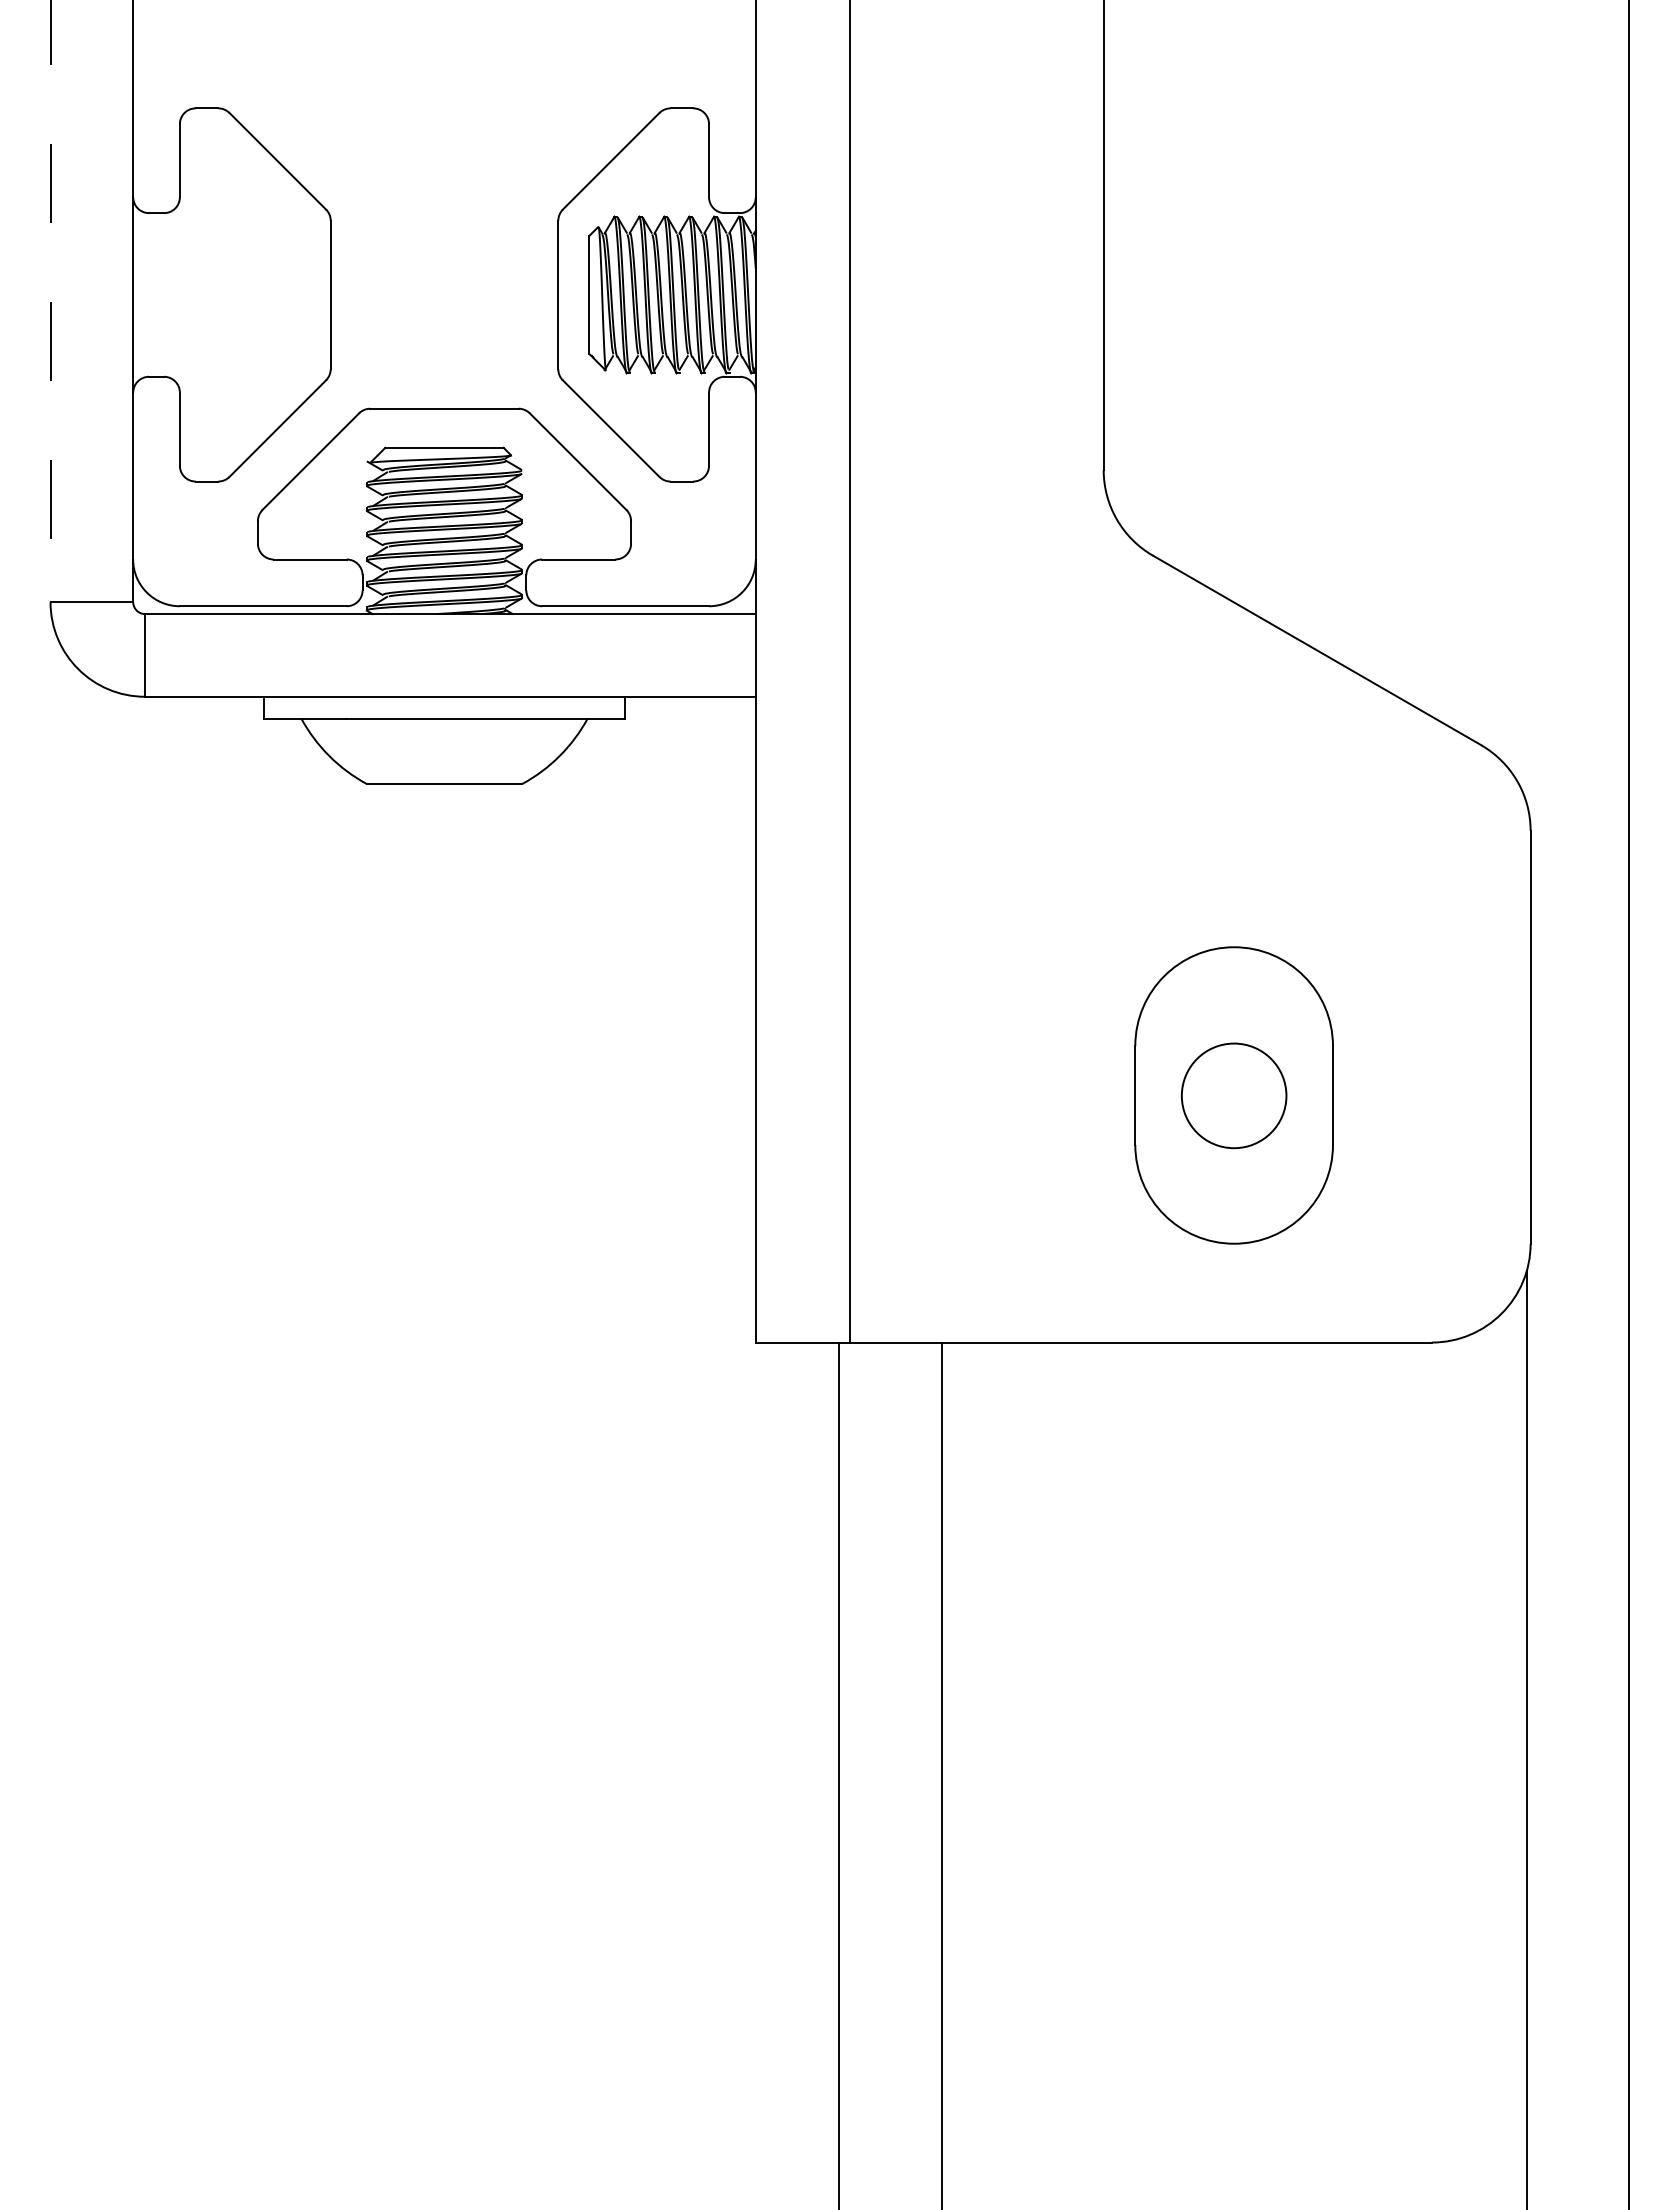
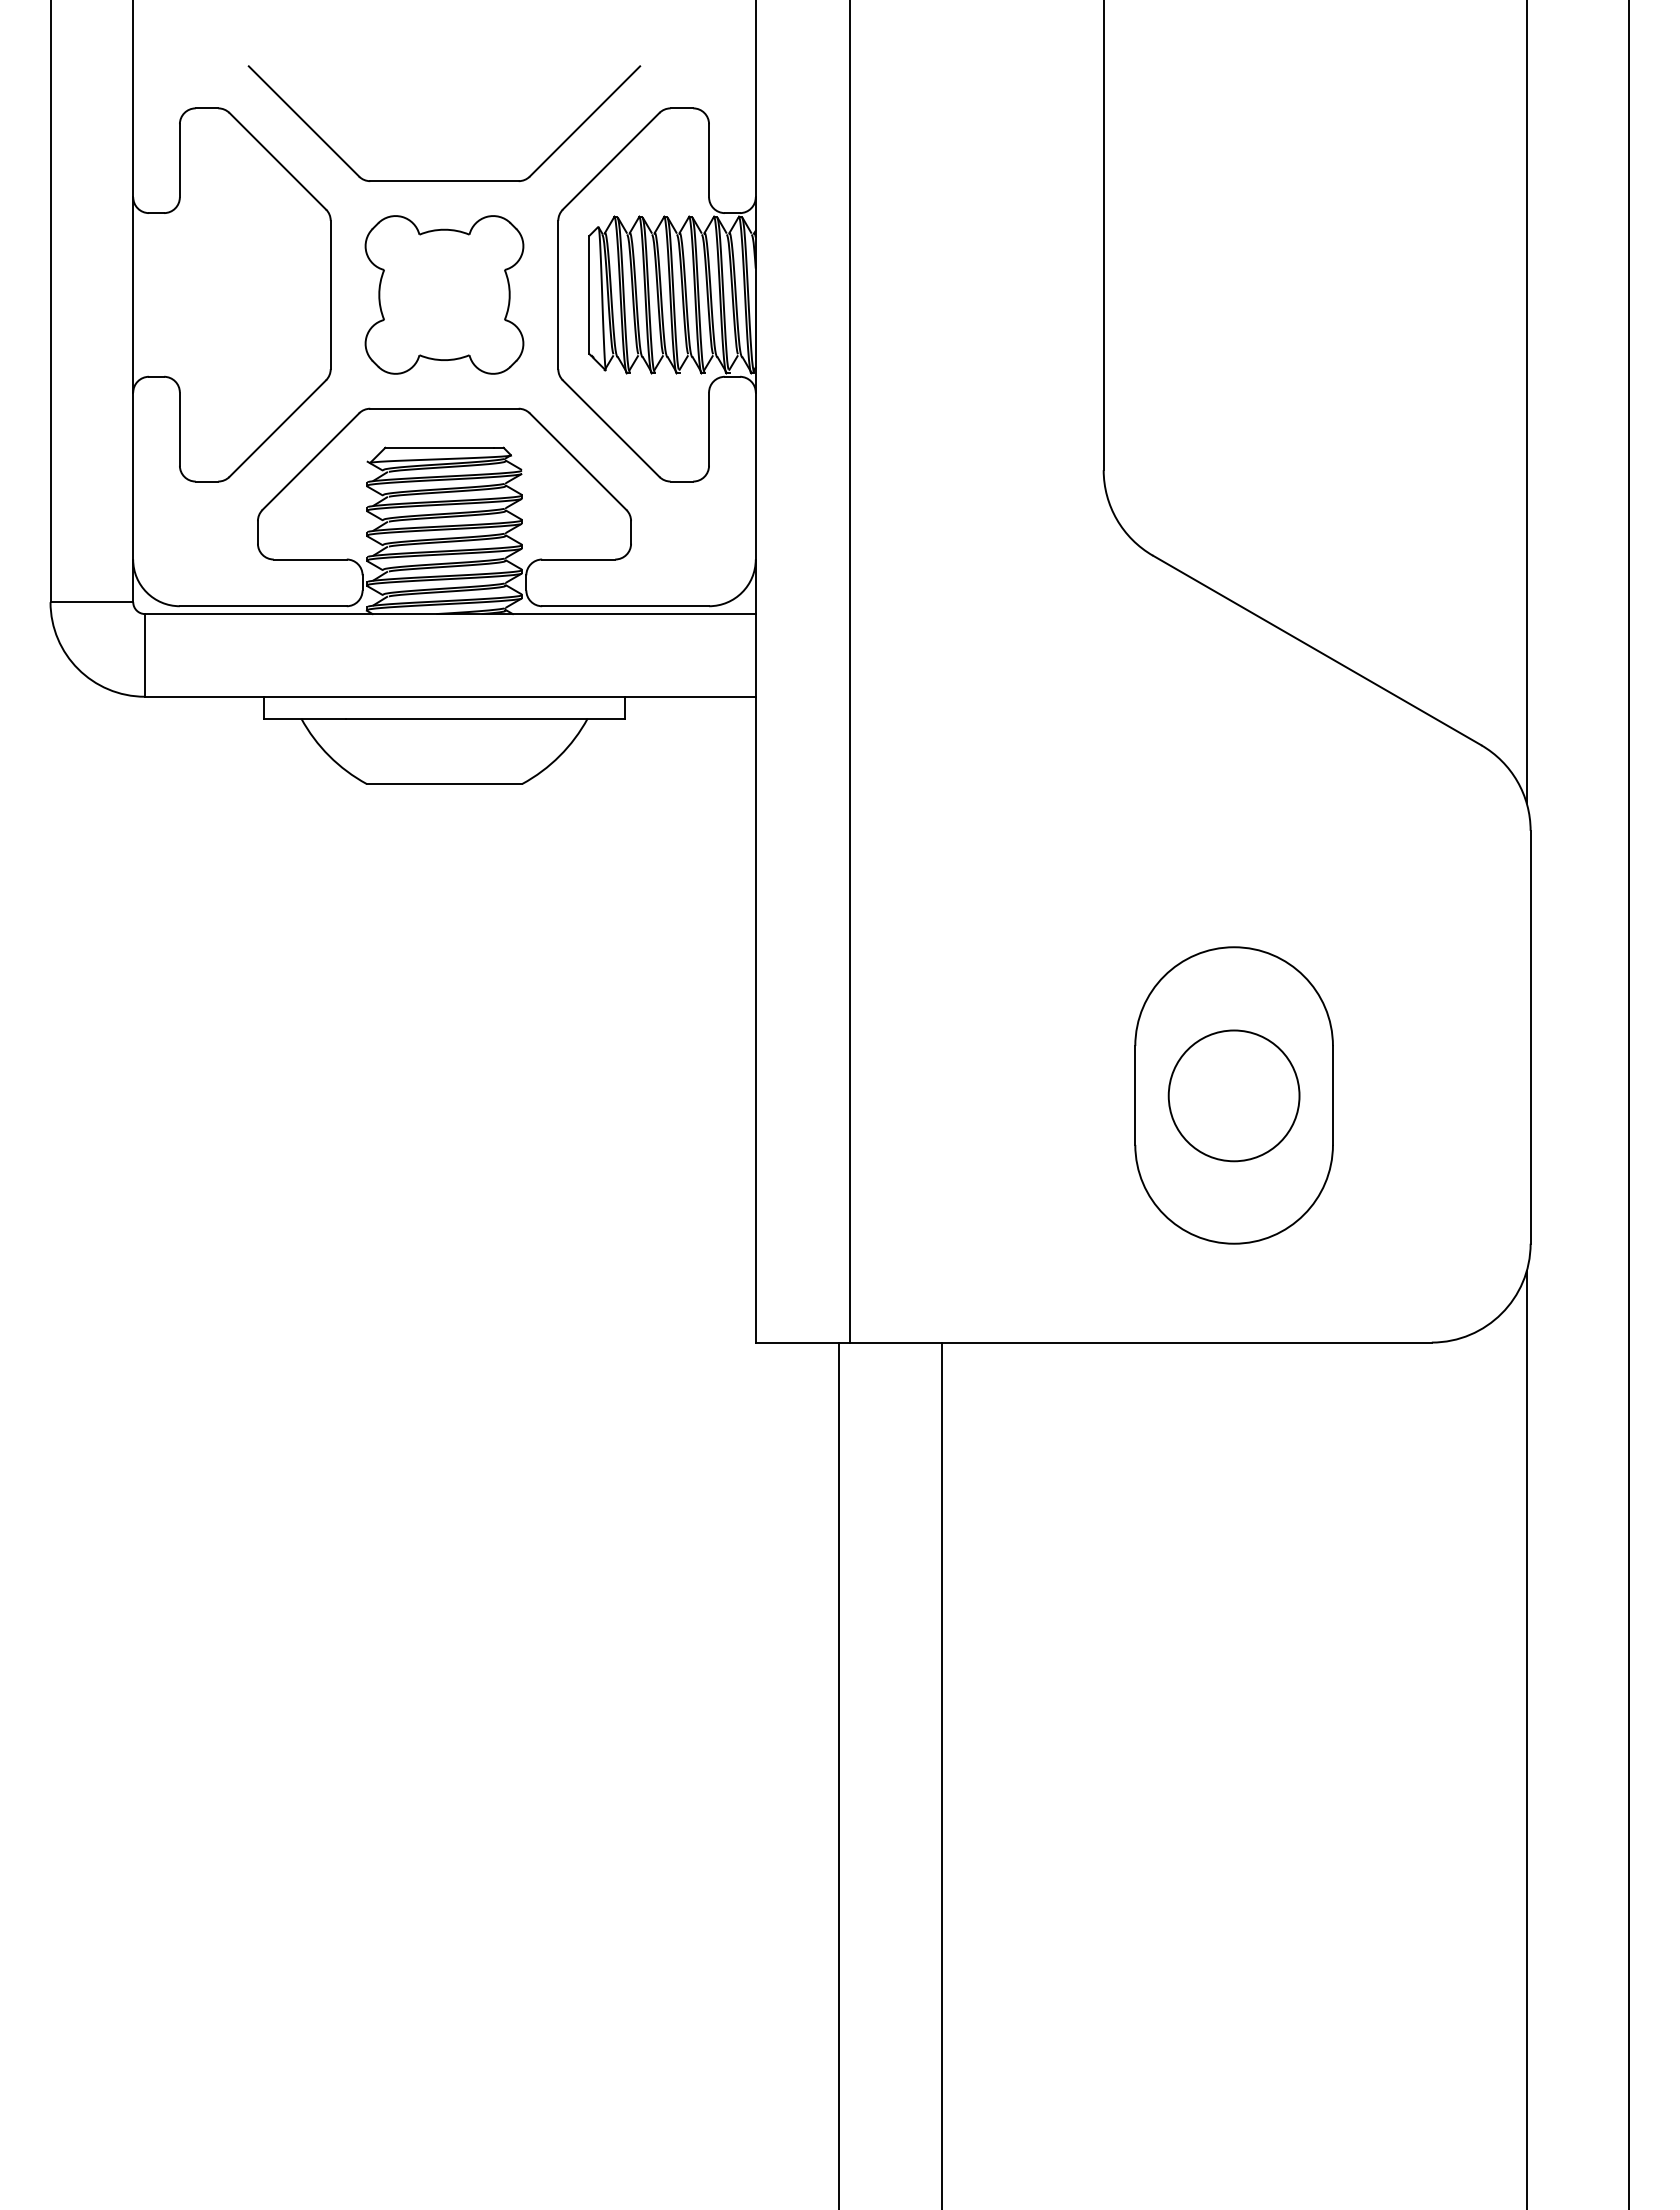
part at (444, 180): none -> present
part at (444, 294): none -> present
line at (50, 301): dashed -> solid
line at (1526, 402): none -> present
circle at (1233, 1095) diameter: 105 px -> 131 px
